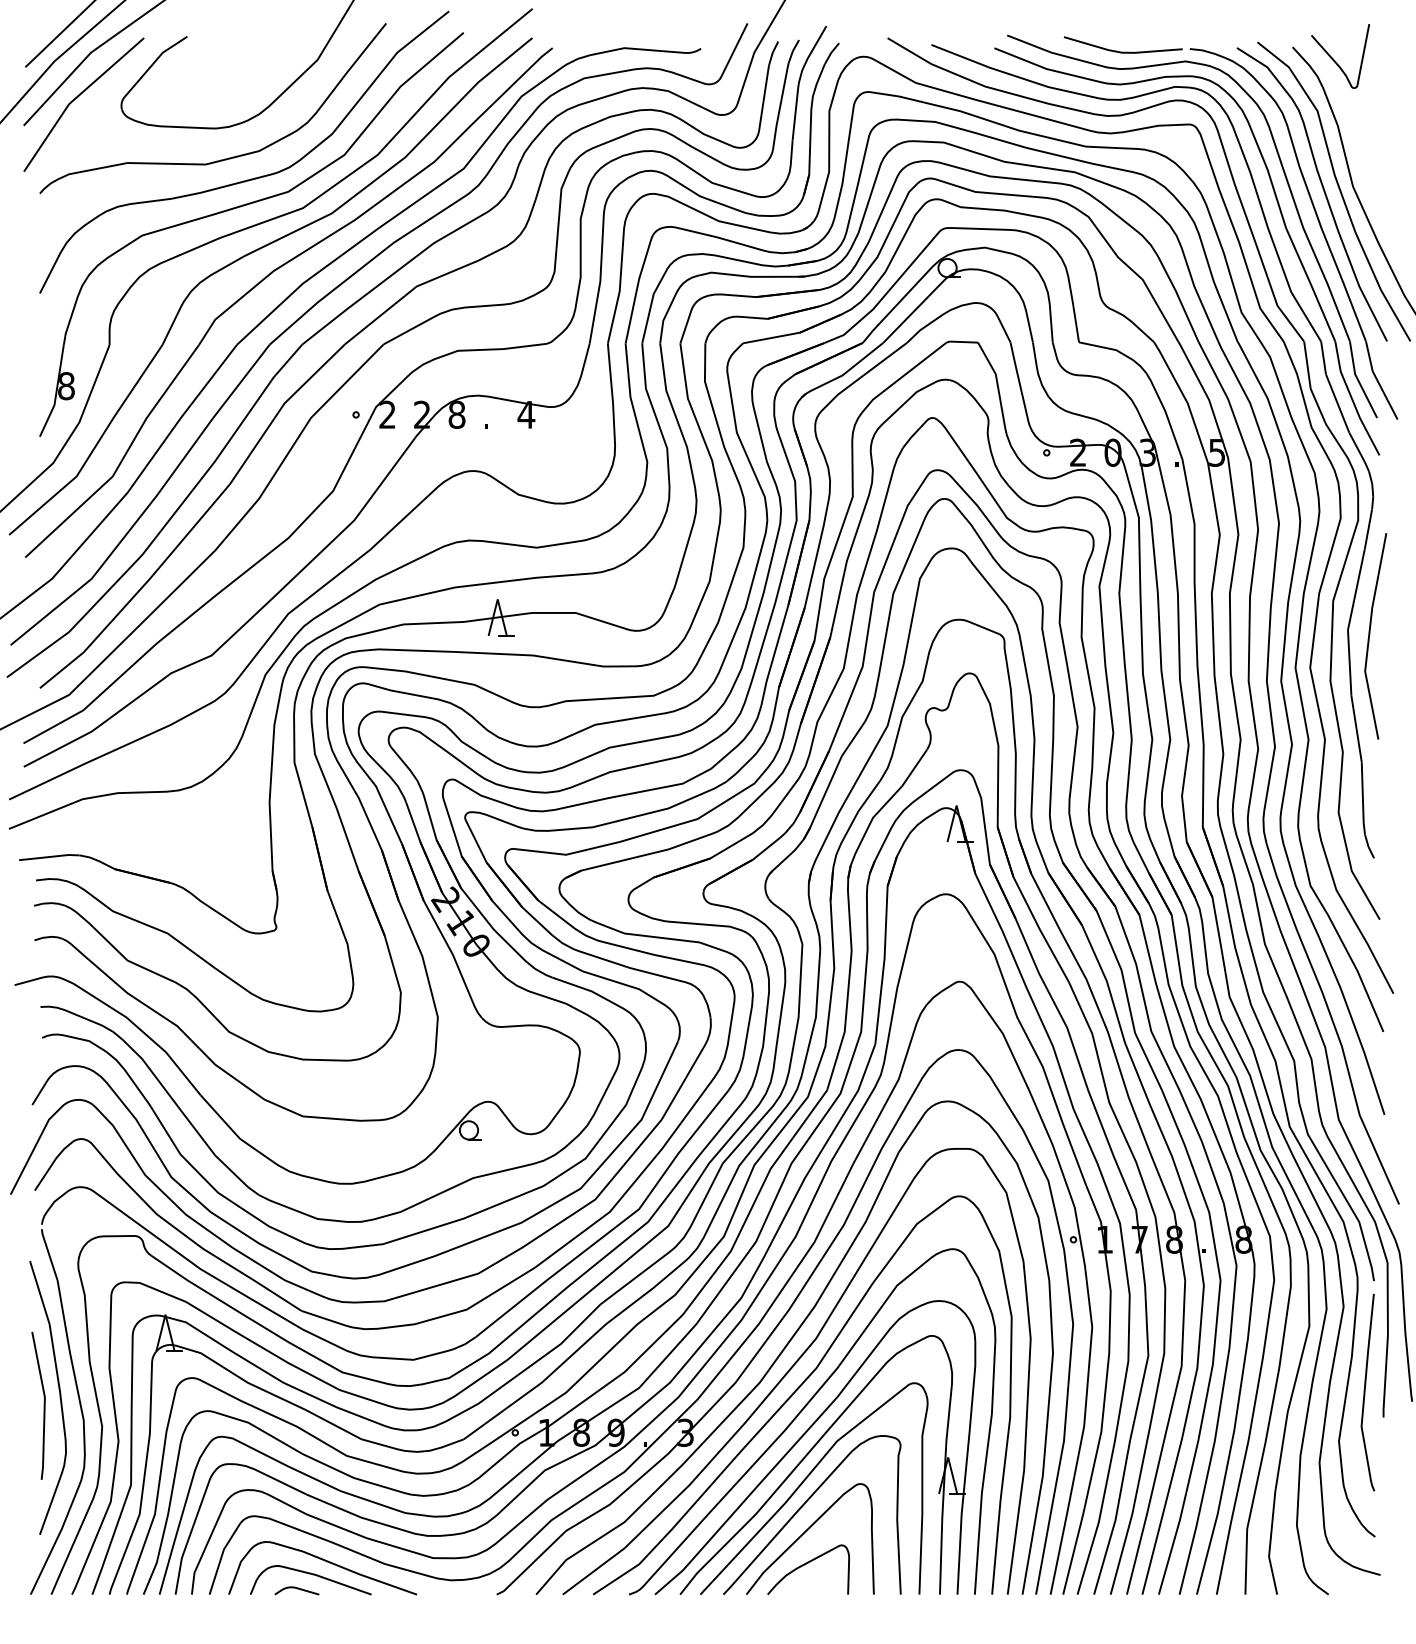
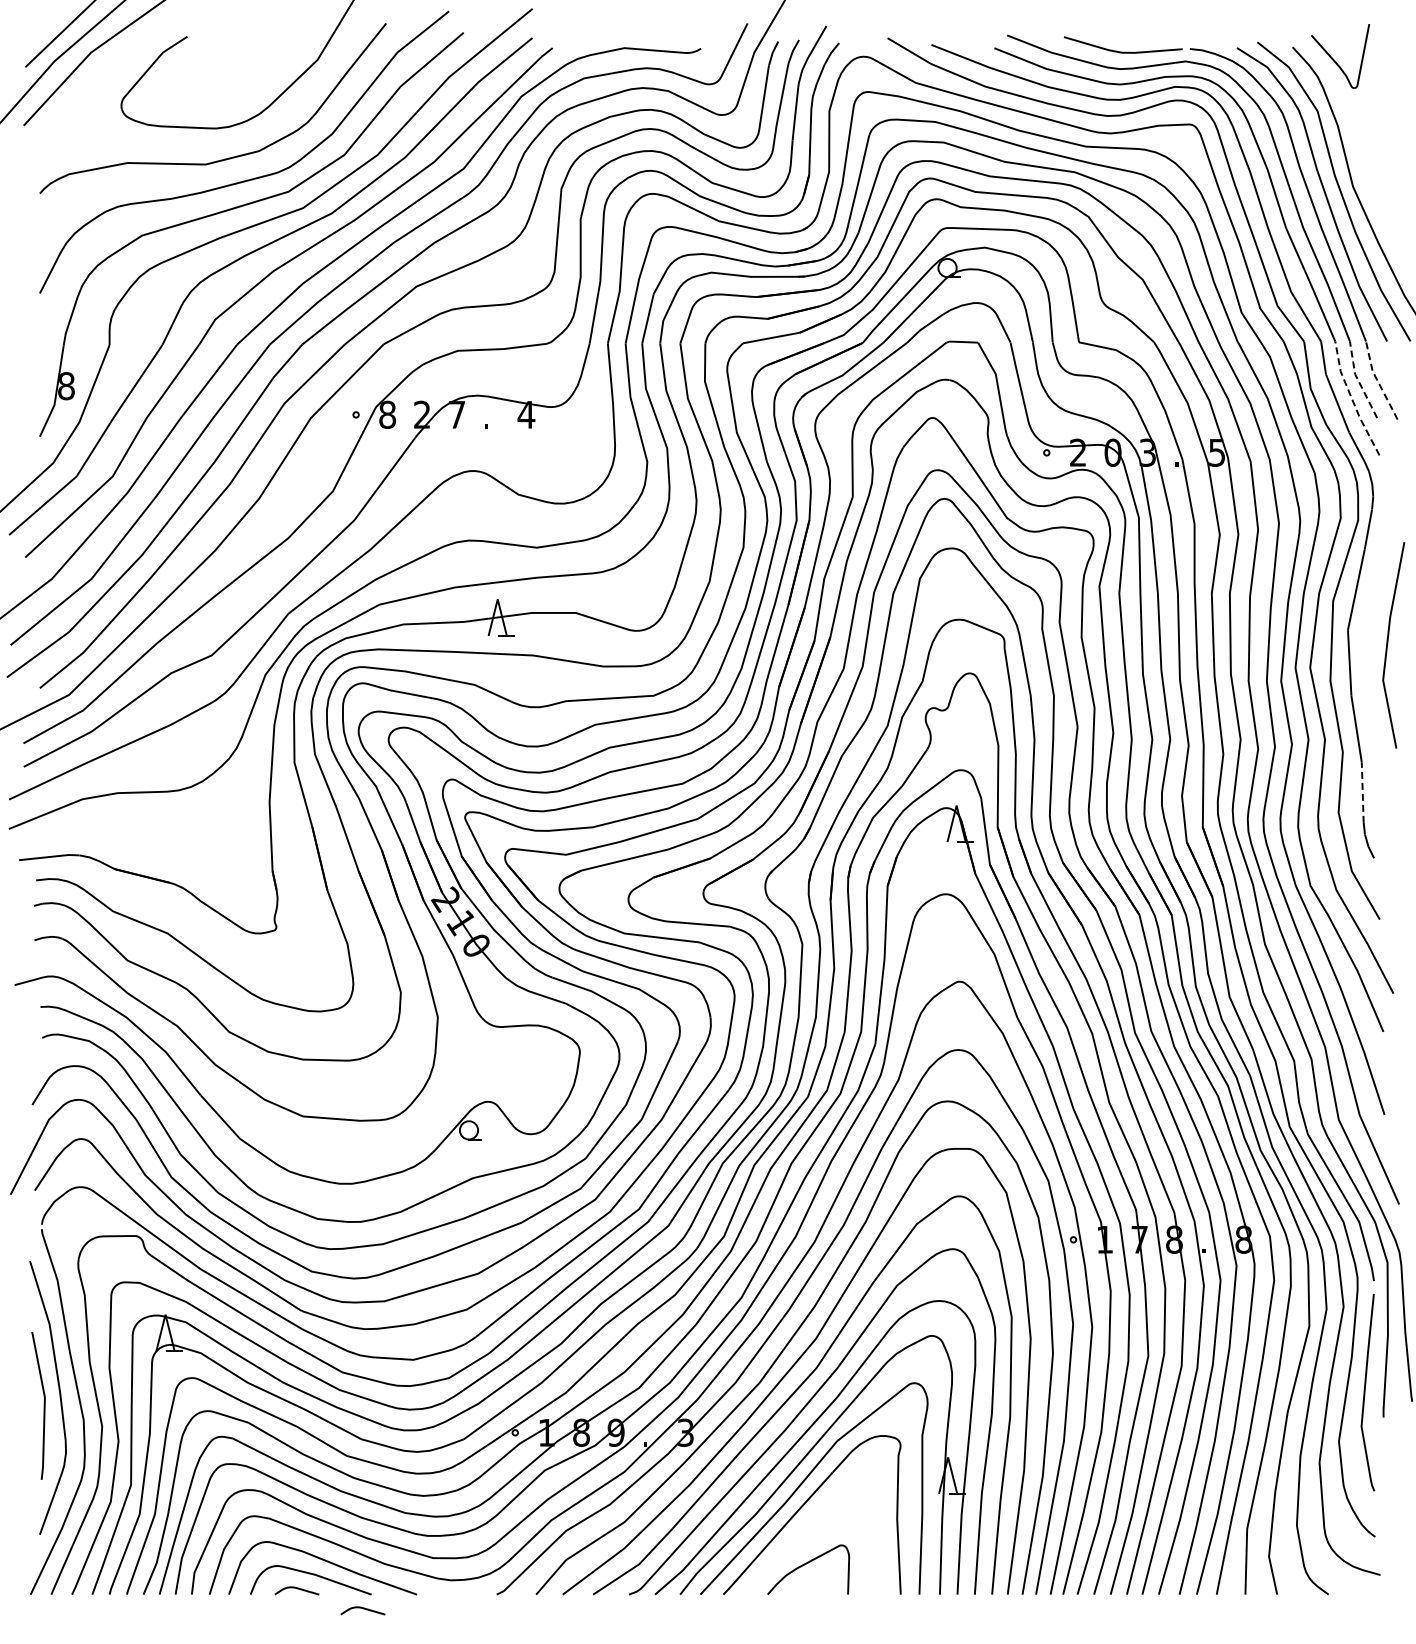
line at (77, 98): present -> none
line at (1358, 380): solid -> dashed
line at (1377, 381): solid -> dashed
line at (1352, 399): solid -> dashed
text at (387, 414): 2 -> 8
text at (456, 414): 8 -> 7
line at (1370, 635) position: (1370, 635) -> (1388, 644)
line at (1362, 792): solid -> dashed
curve at (806, 1532): present -> none
curve at (363, 1609): none -> present
